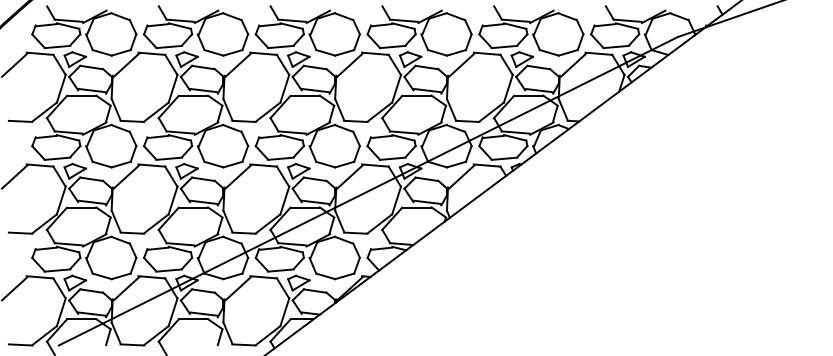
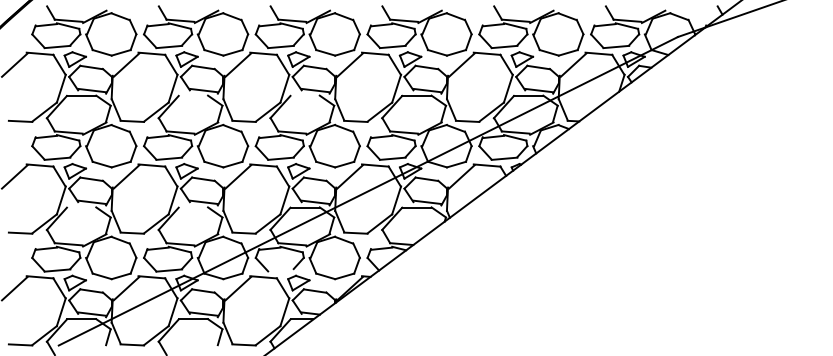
line at (192, 95): present -> none
line at (304, 95): present -> none
line at (81, 207): present -> none
line at (192, 207): present -> none
line at (280, 270): present -> none
